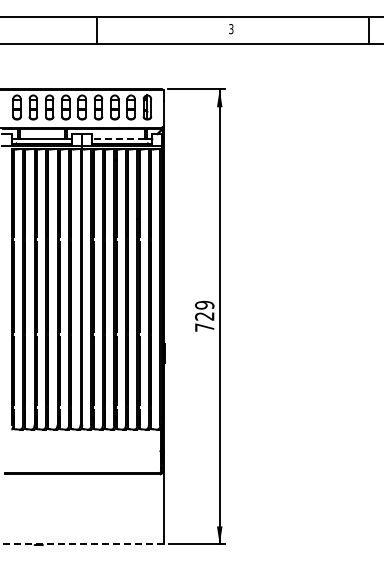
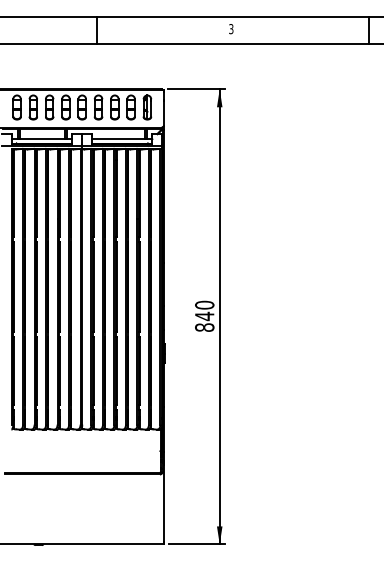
line at (117, 139): dashed -> solid
text at (204, 316): 729 -> 840
line at (81, 544): dashed -> solid
